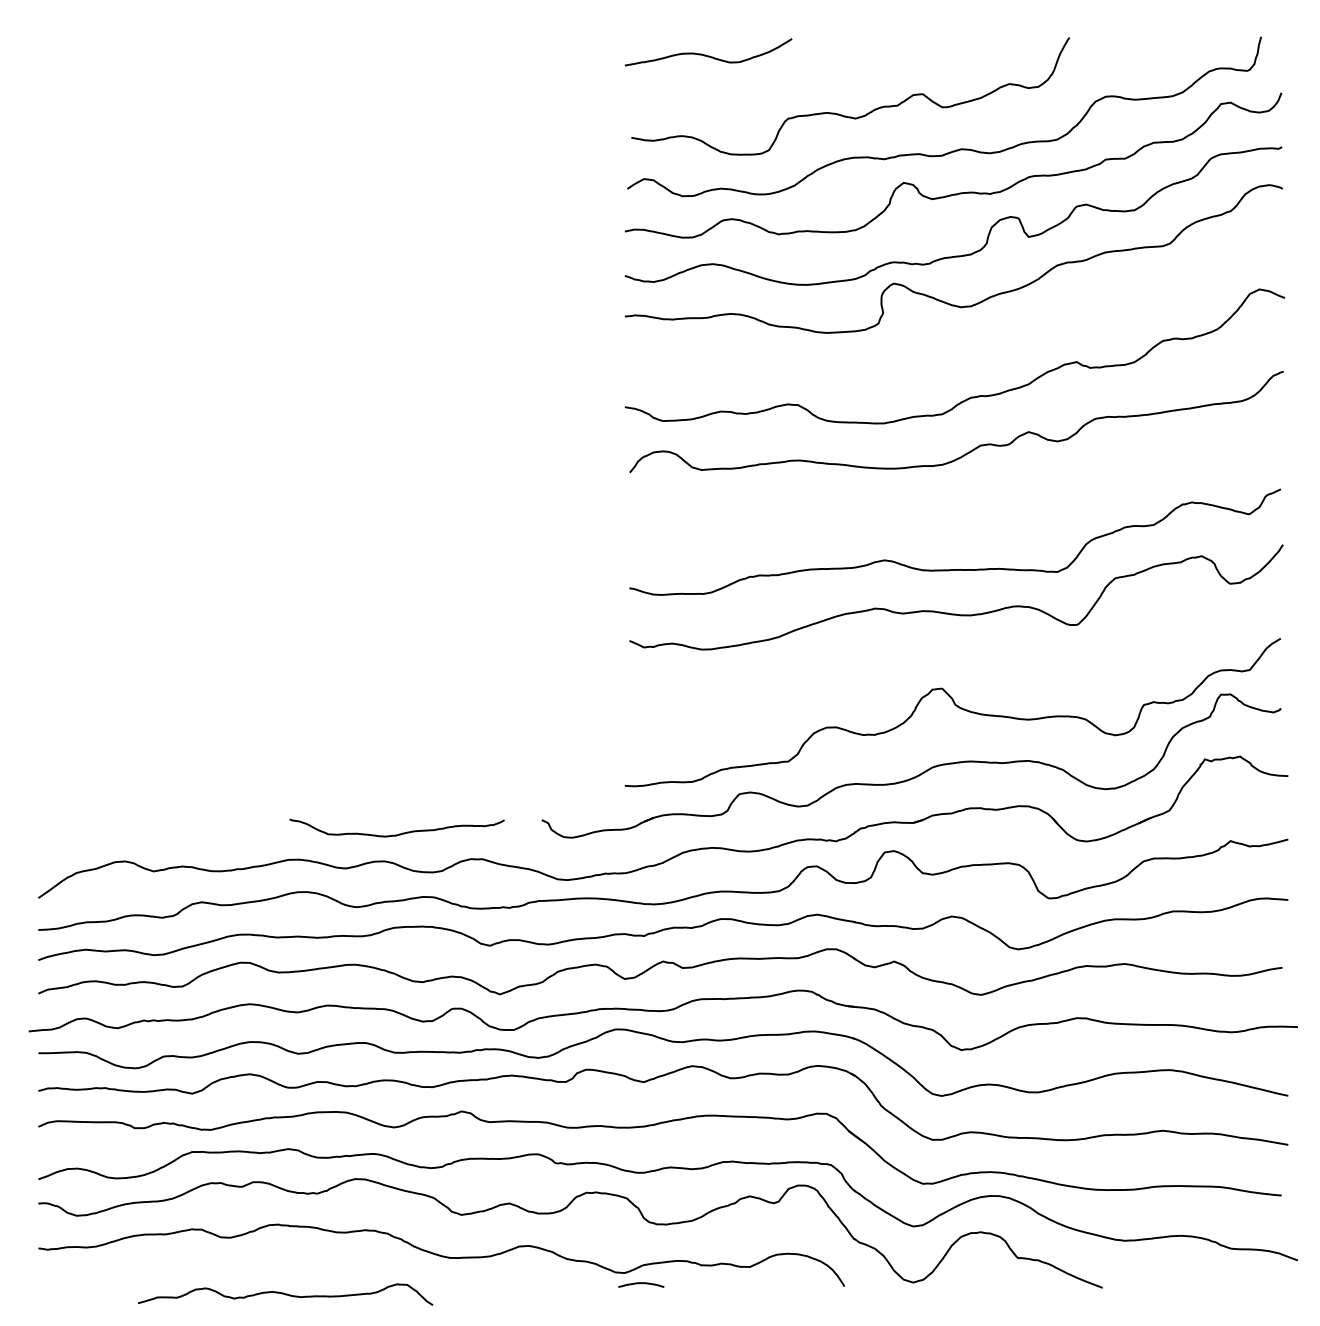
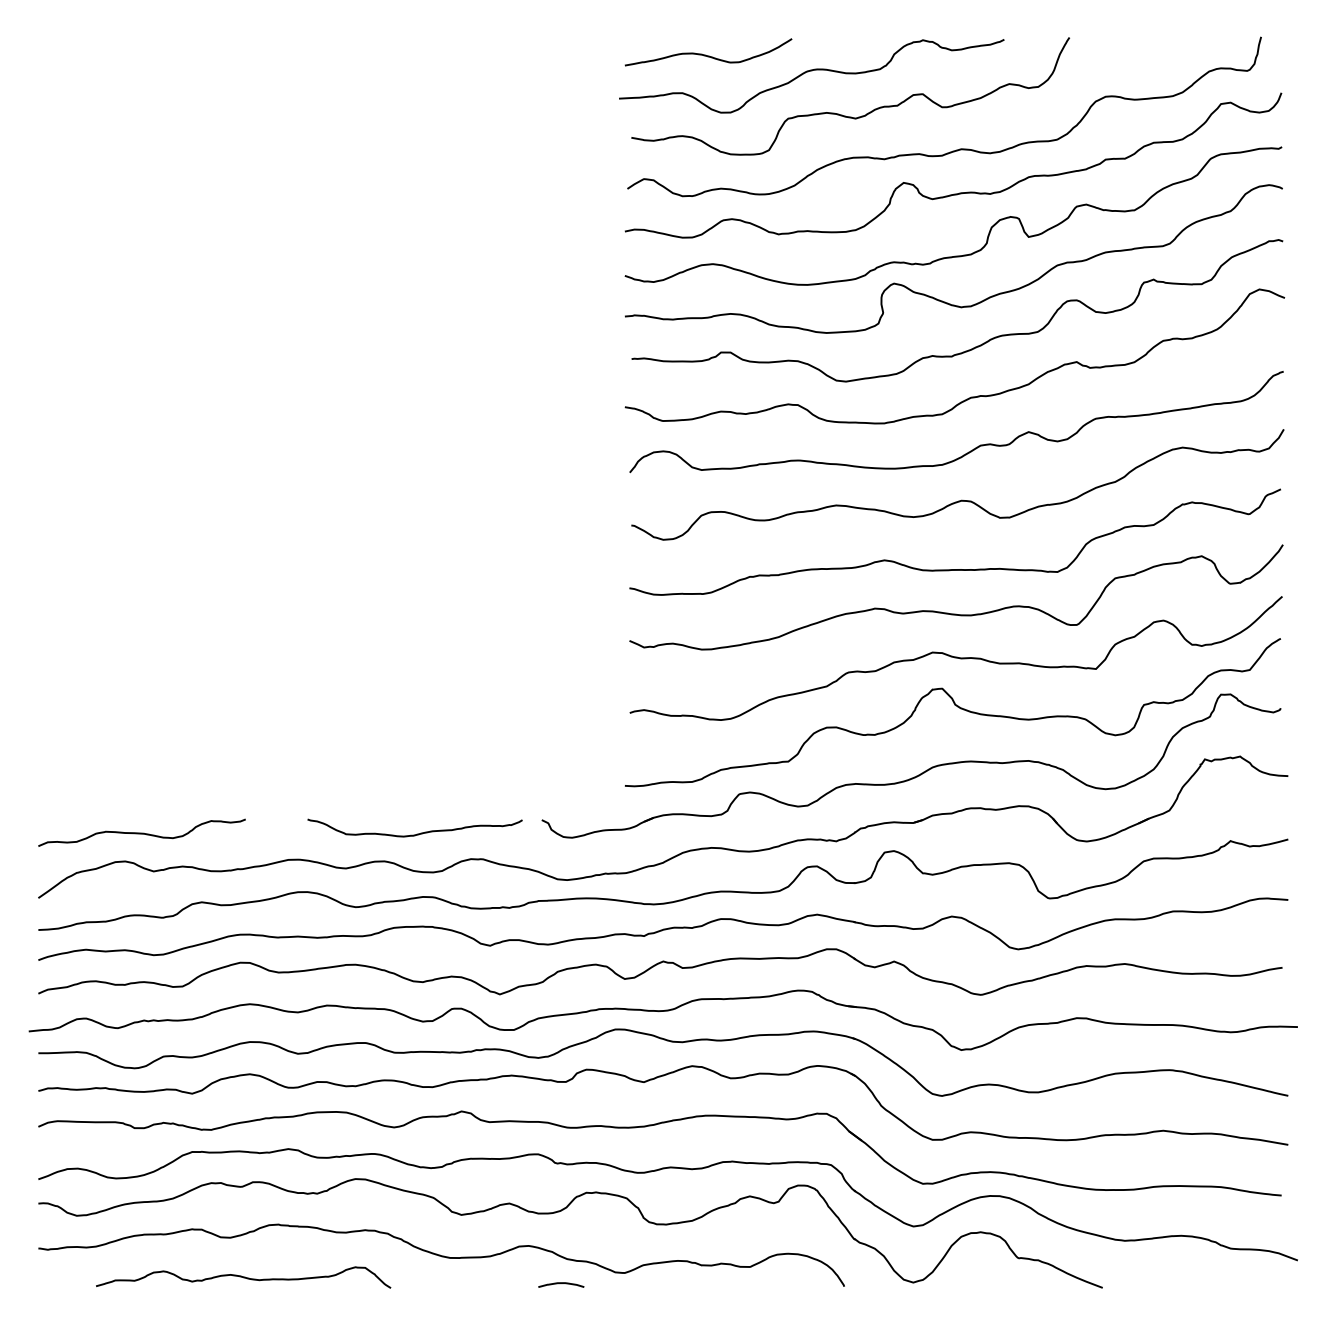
curve at (811, 71): none -> present
curve at (975, 346): none -> present
curve at (961, 499): none -> present
curve at (955, 658): none -> present
curve at (141, 832): none -> present
curve at (399, 833) position: (399, 833) -> (417, 833)
curve at (641, 1284) position: (641, 1284) -> (561, 1284)
curve at (285, 1294) position: (285, 1294) -> (243, 1277)
